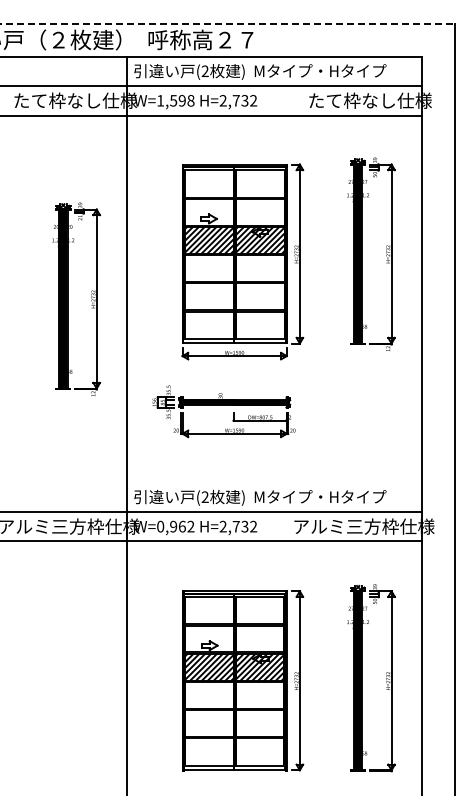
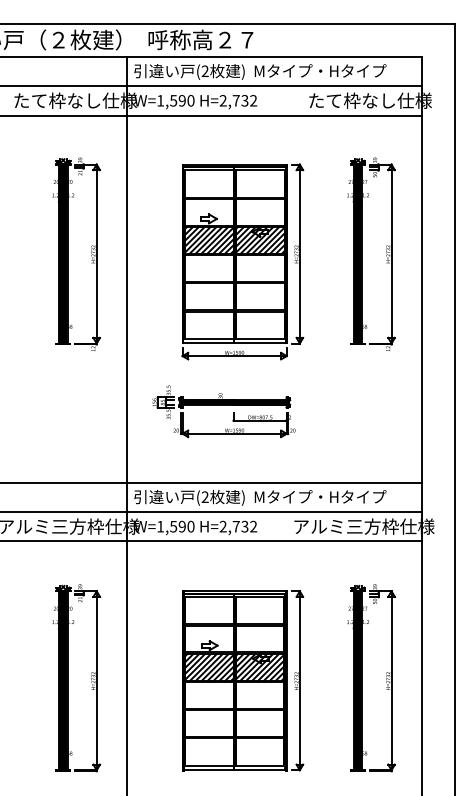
line at (227, 23): dashed -> solid
text at (190, 101): W=1,598 -> W=1,590
part at (68, 298) position: (68, 298) -> (68, 253)
line at (212, 482): none -> present
text at (175, 526): W=0,962 -> W=1,590
part at (68, 678): none -> present
